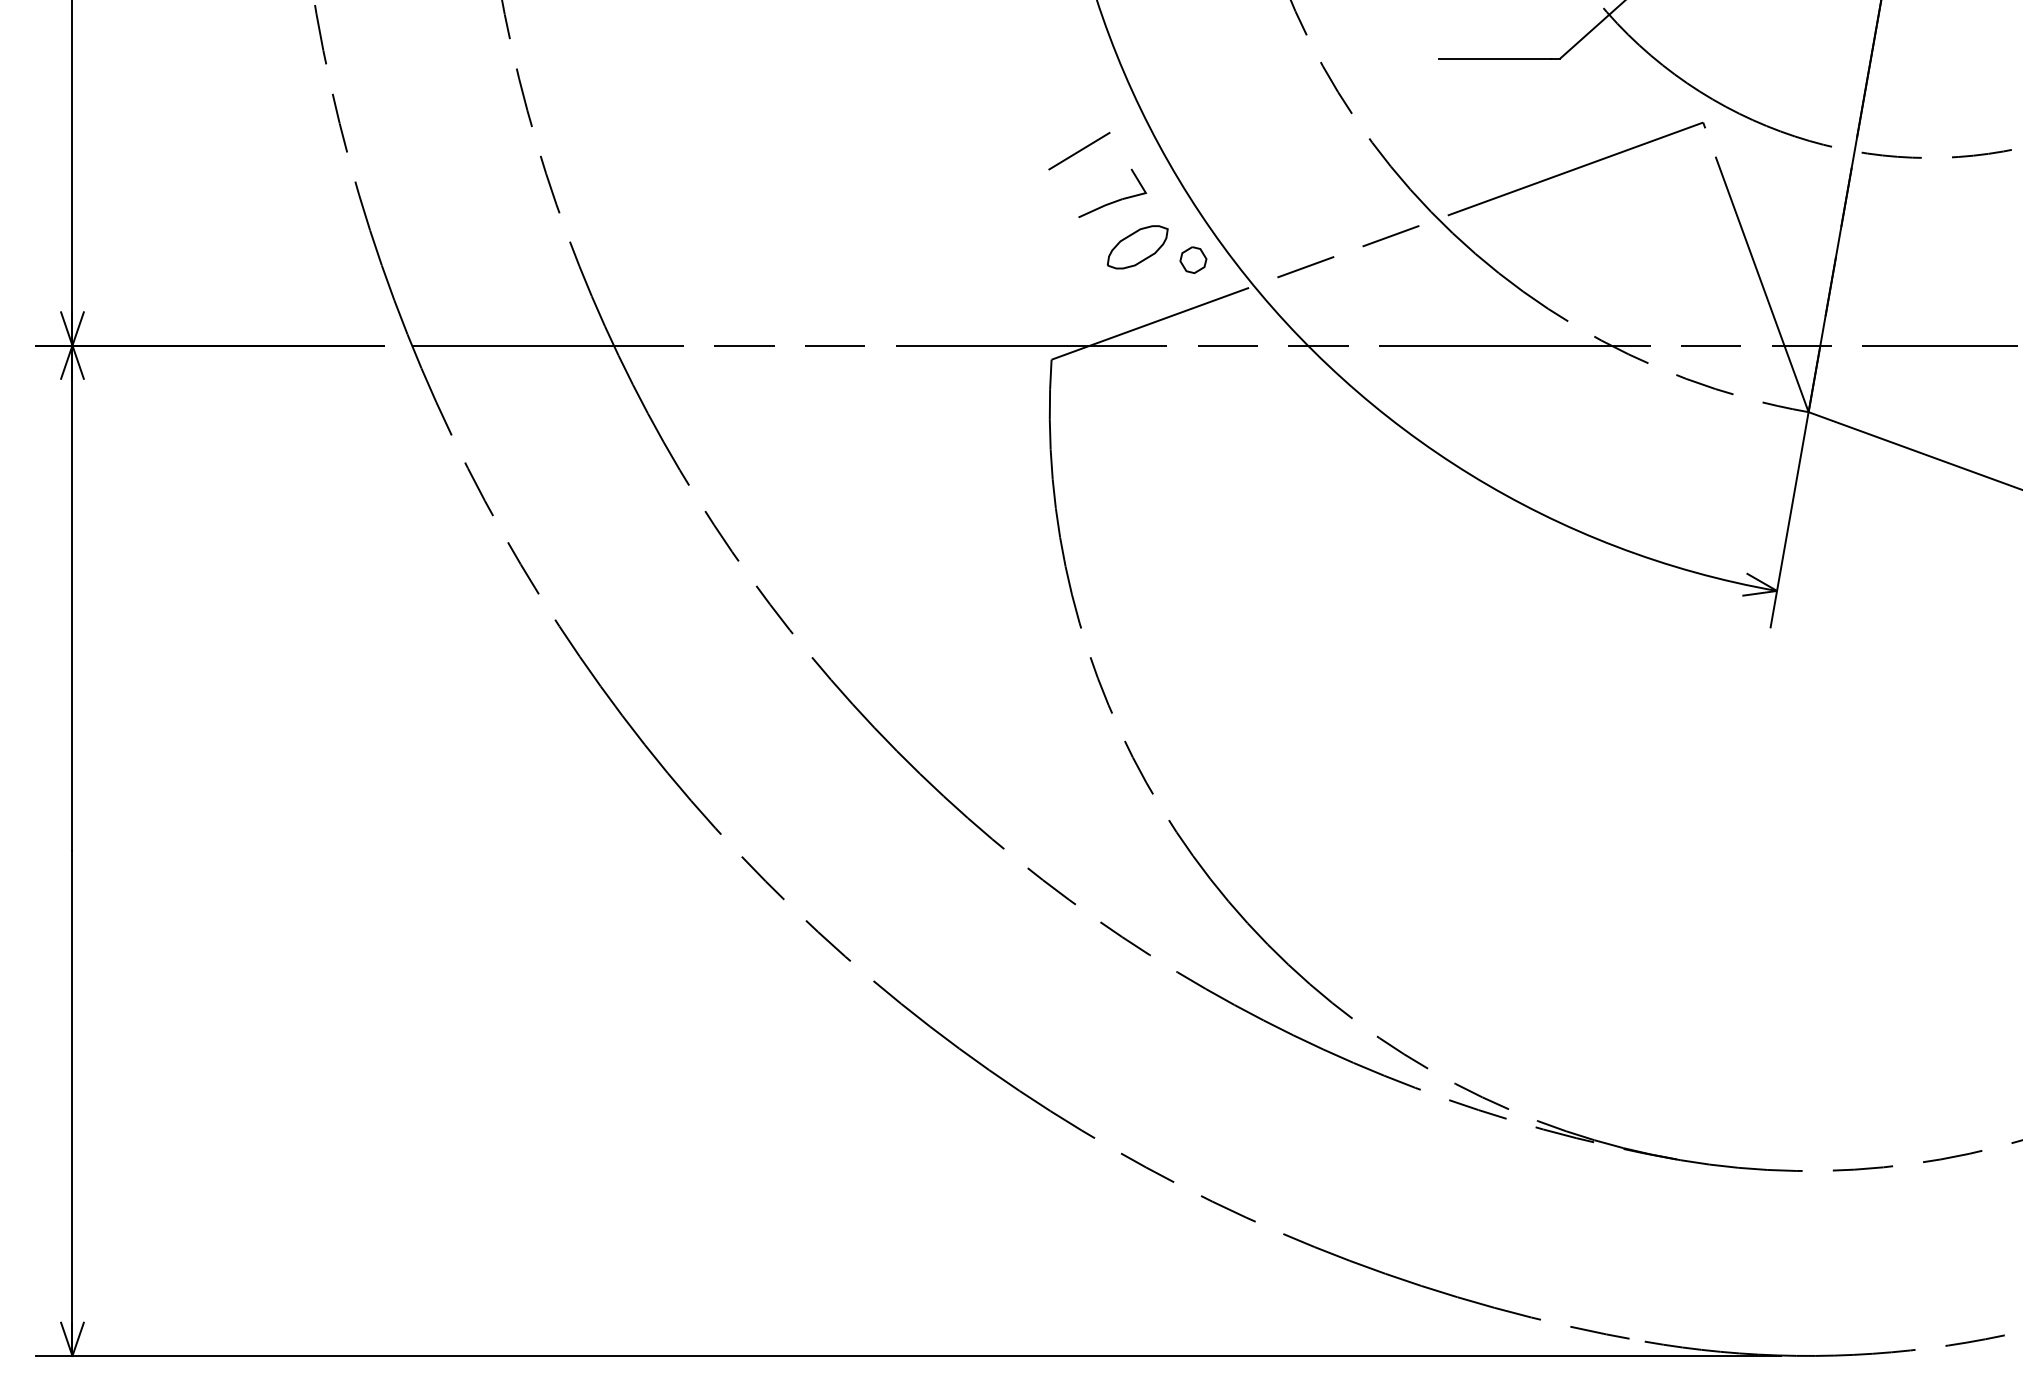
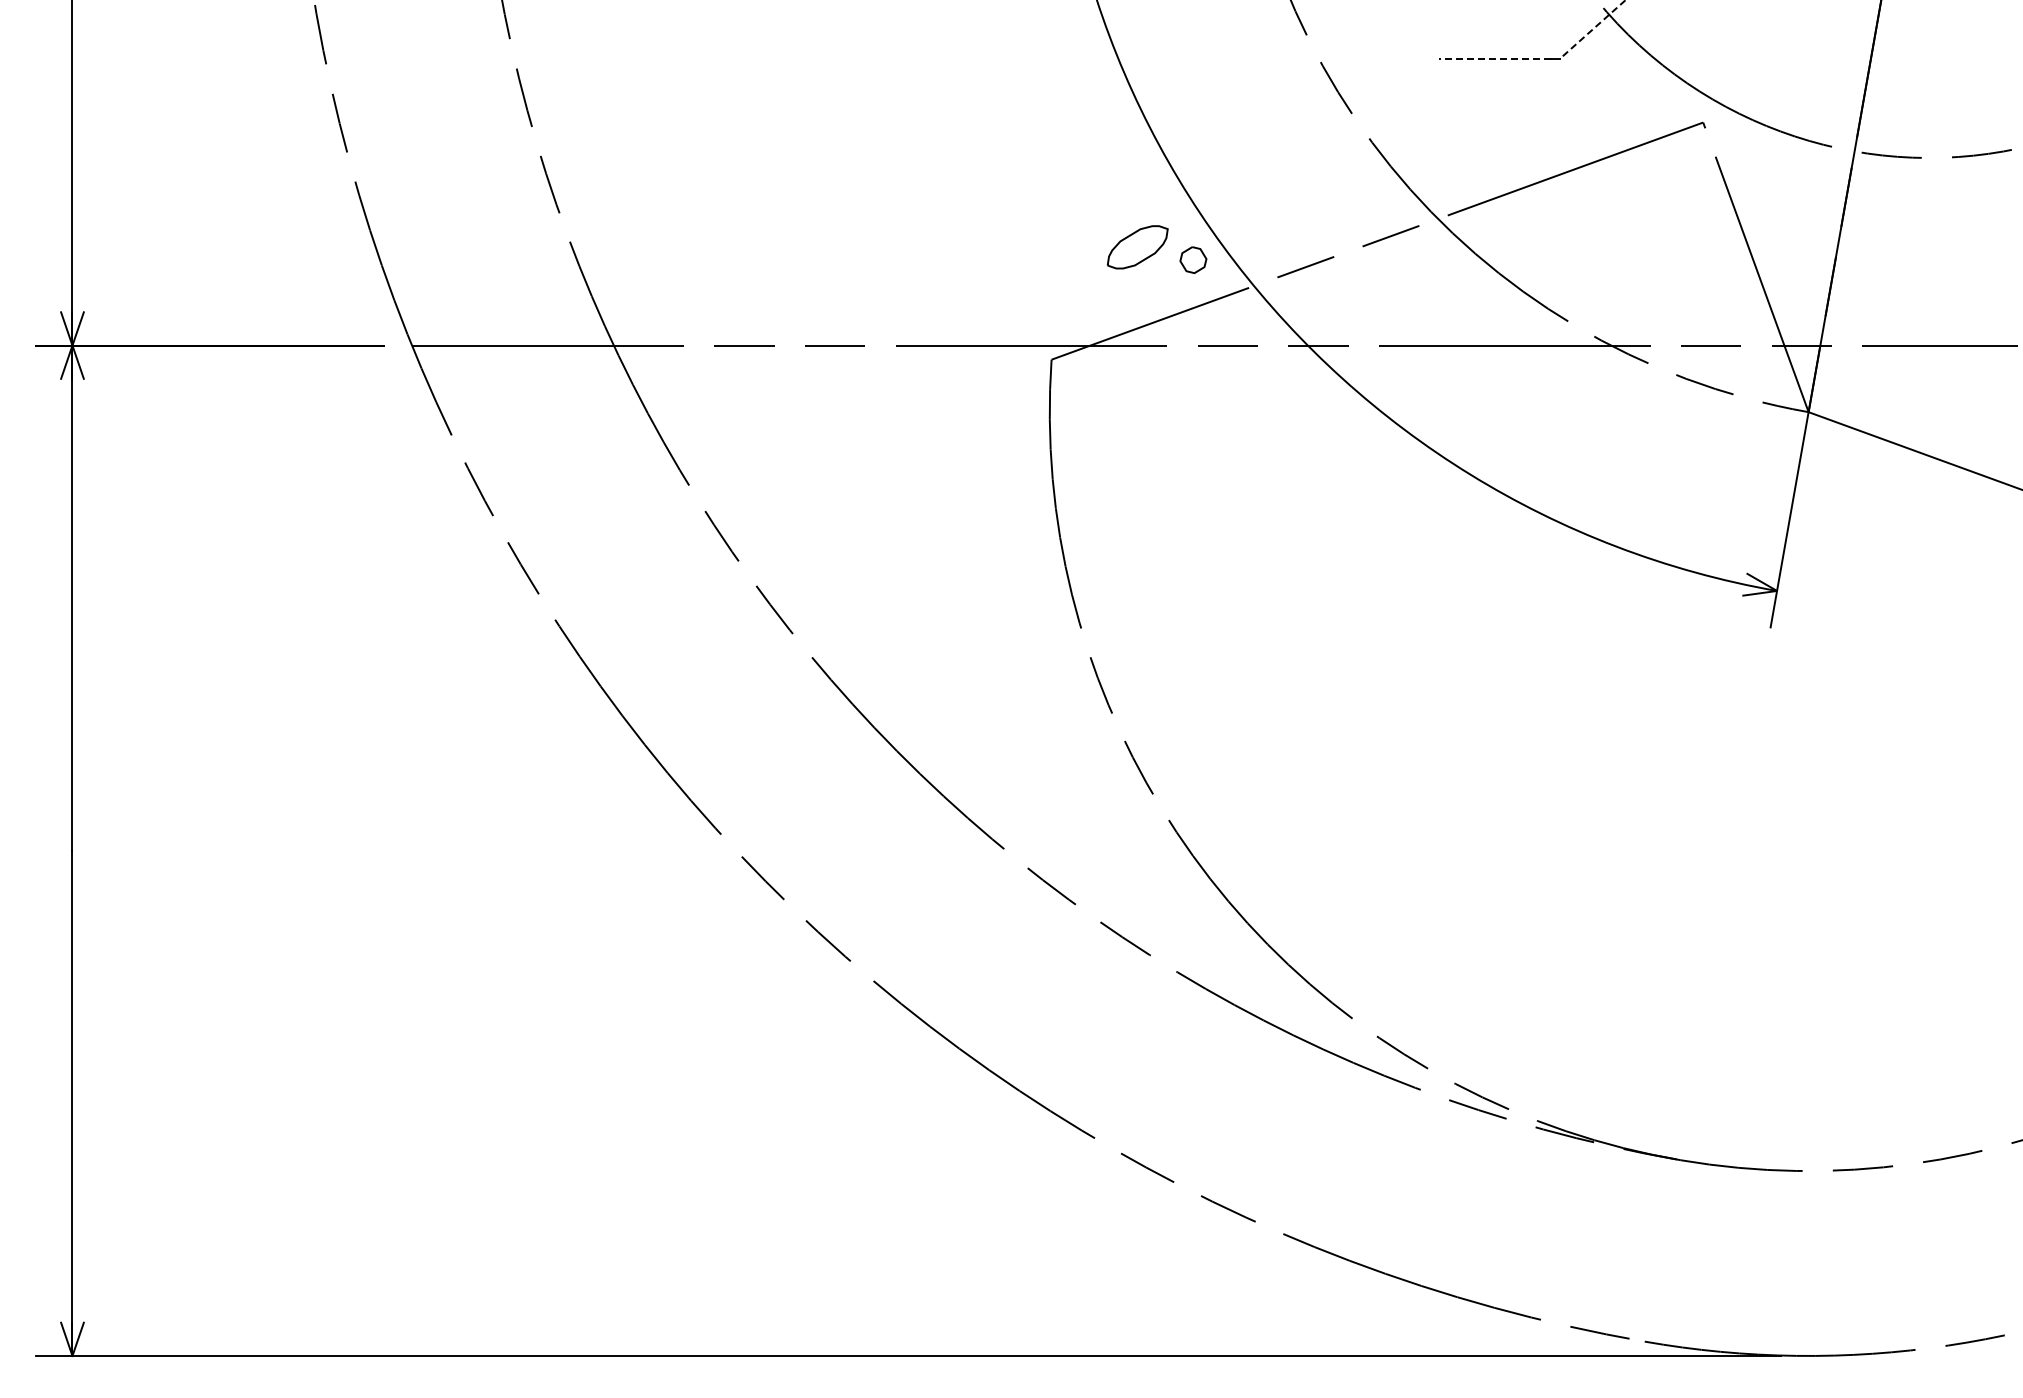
line at (1592, 29): solid -> dashed
line at (1494, 58): solid -> dashed
line at (1079, 150): present -> none
part at (1115, 200): present -> none
